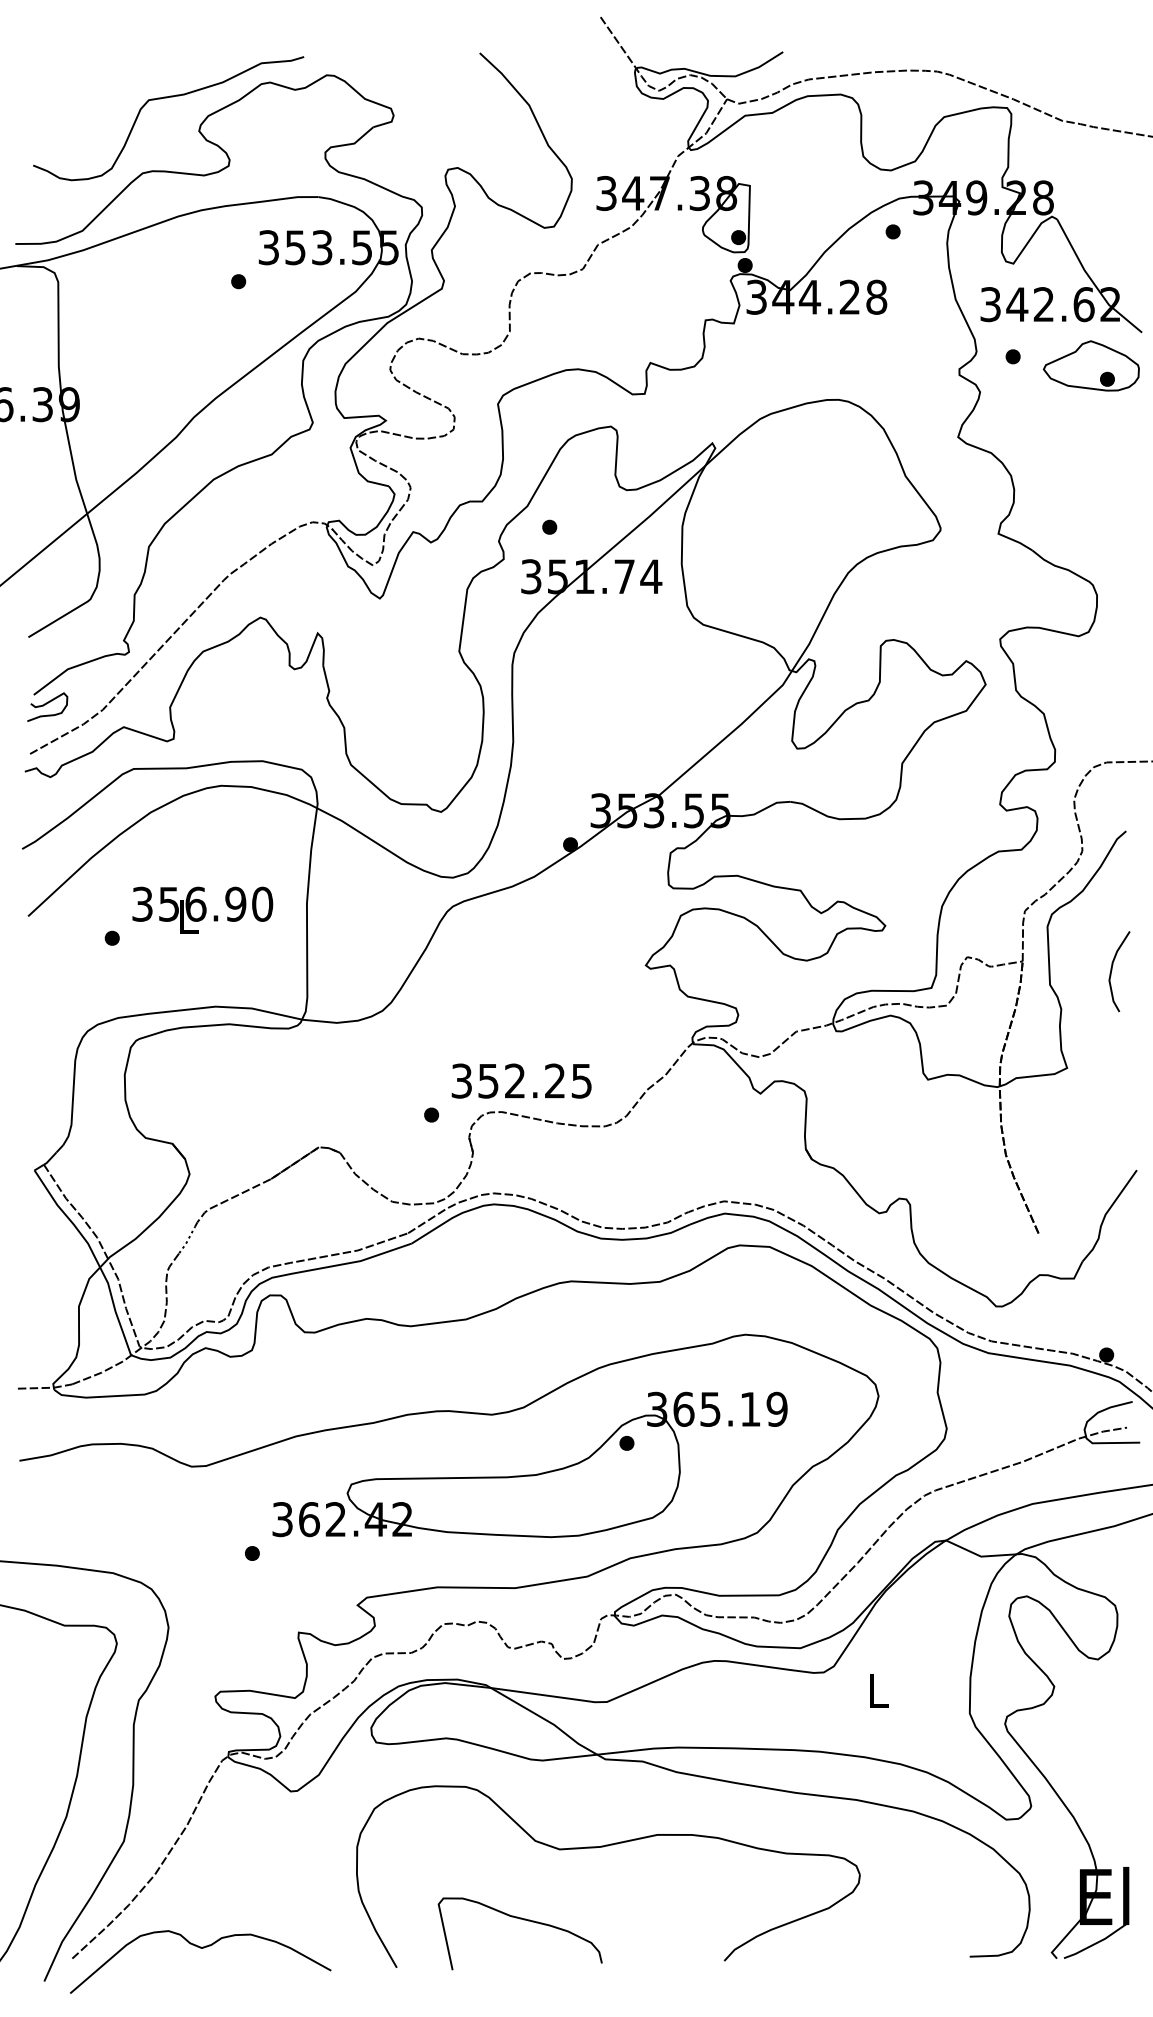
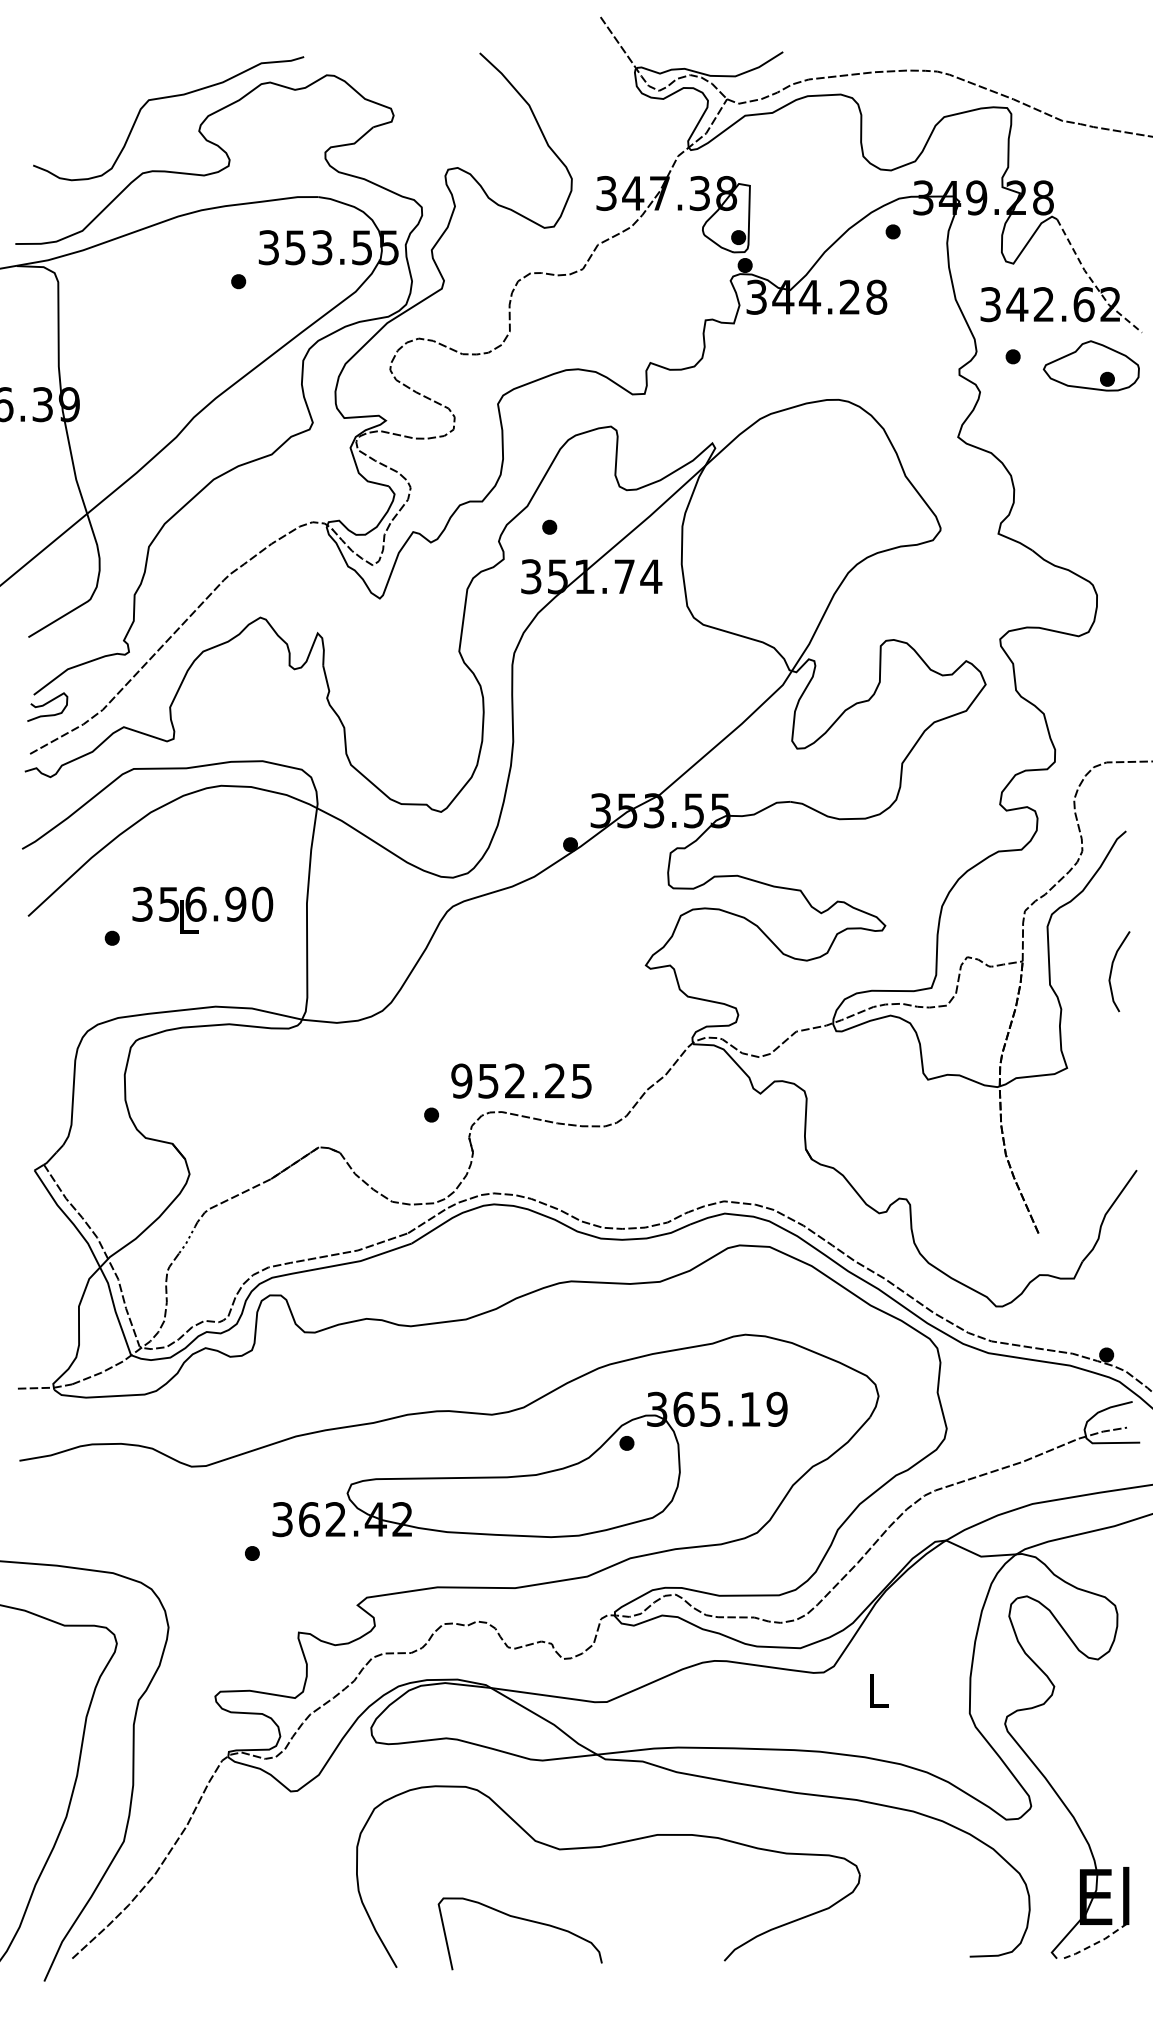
line at (1093, 282): solid -> dashed
text at (461, 1080): 352.25 -> 952.25
line at (1096, 1943): solid -> dashed
curve at (200, 1948): present -> none
